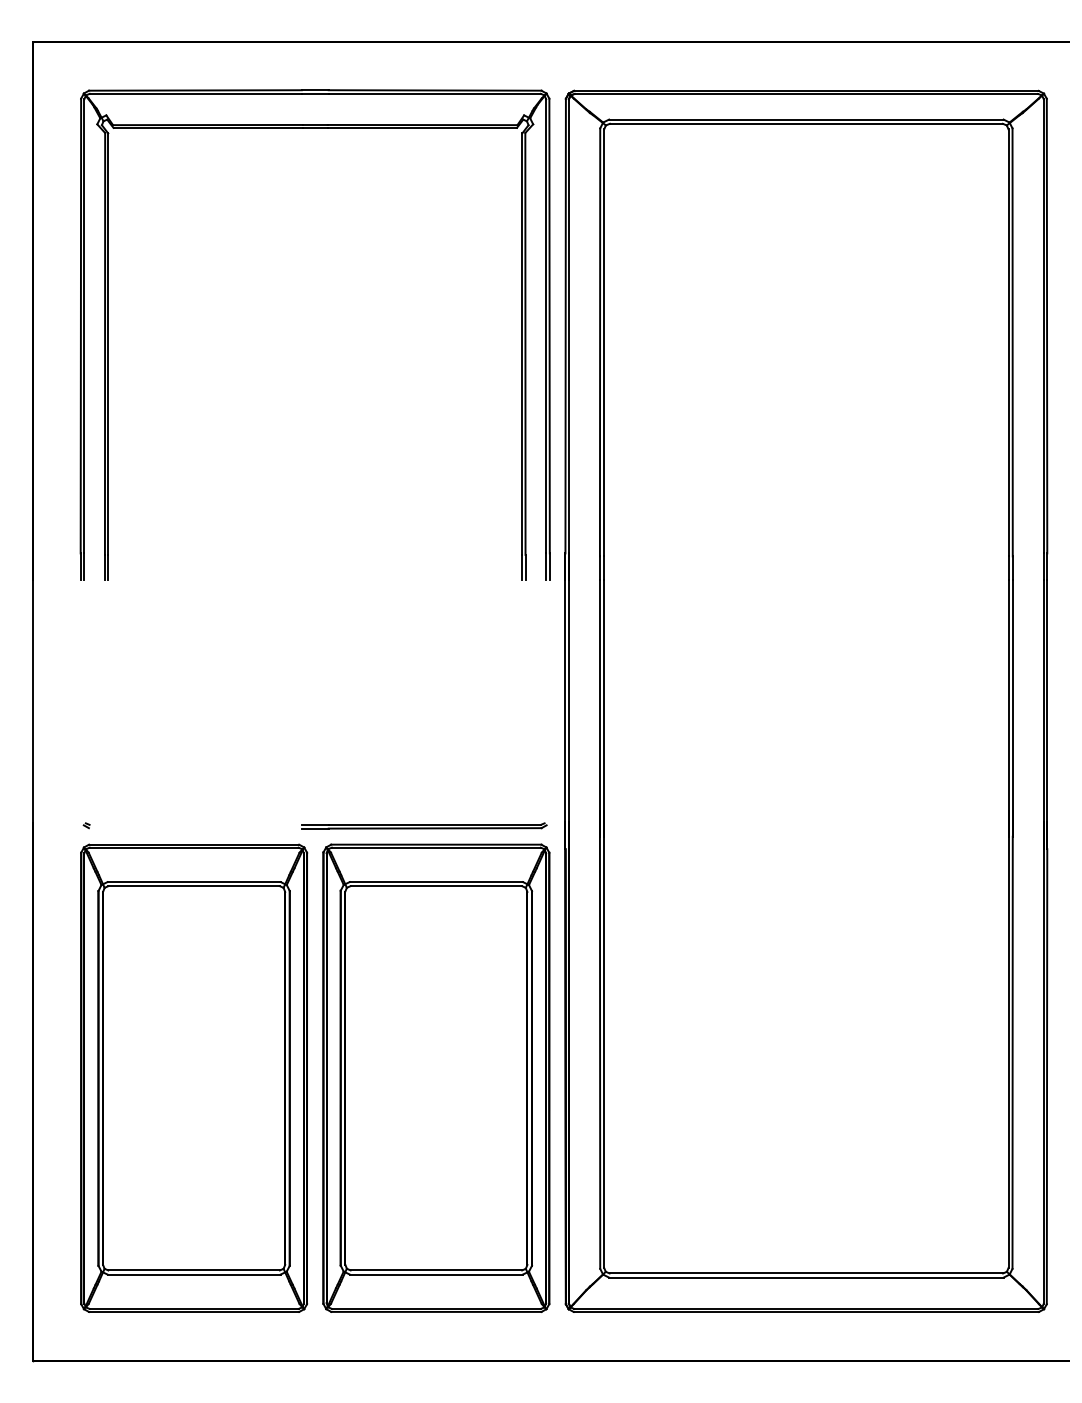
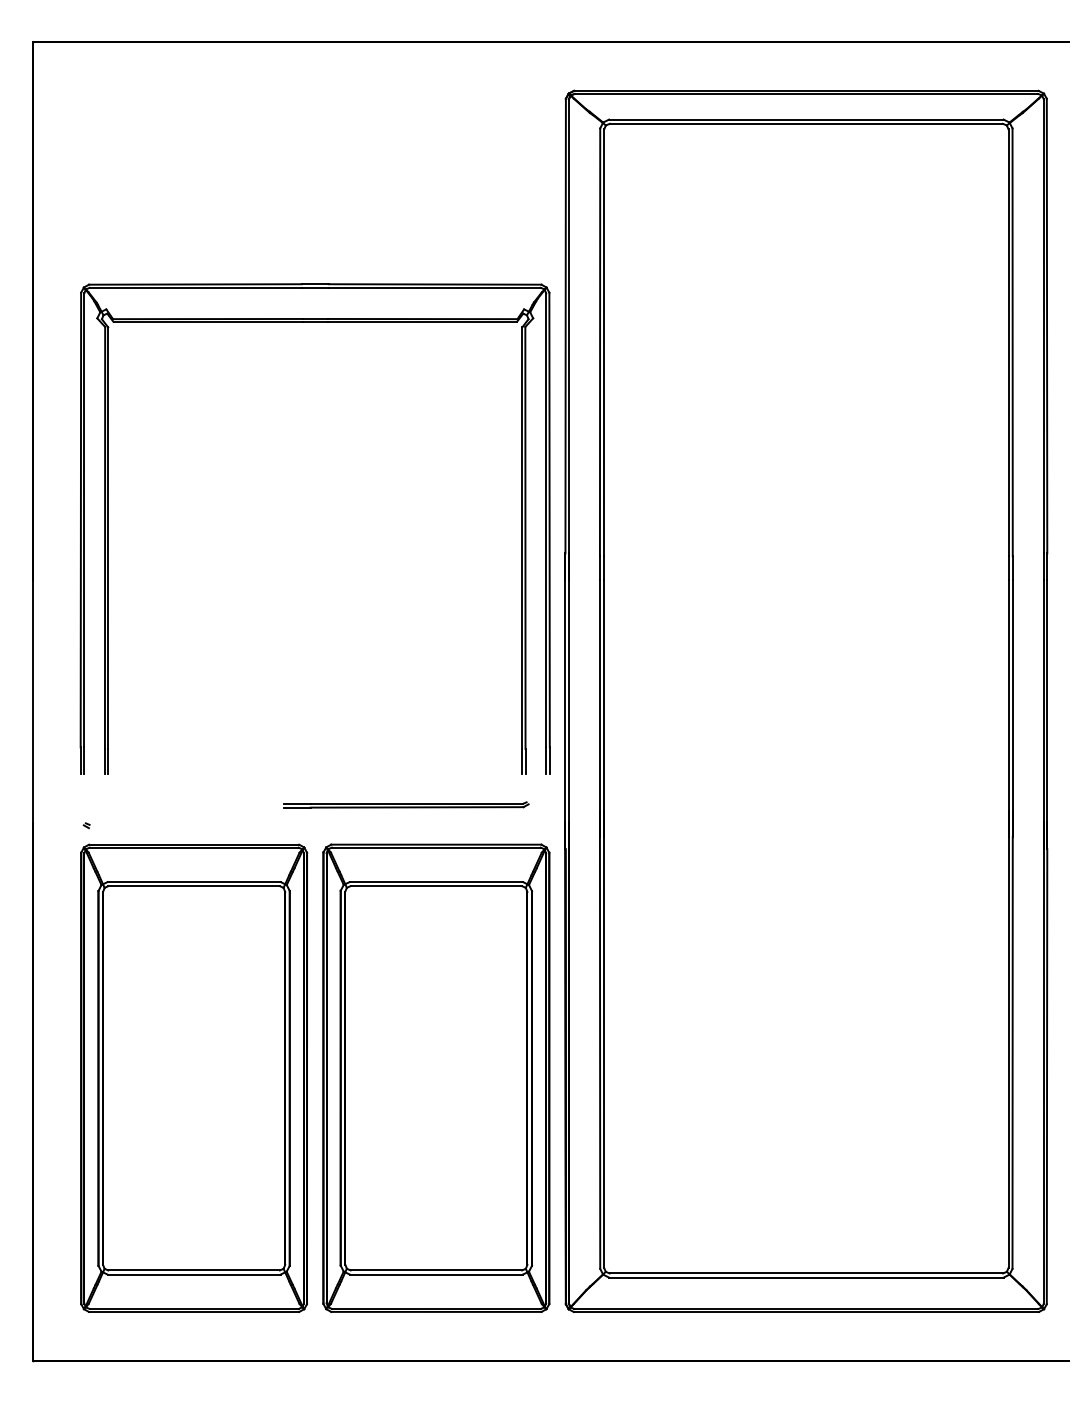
part at (314, 128) position: (314, 128) -> (314, 322)
part at (424, 825) position: (424, 825) -> (406, 804)
